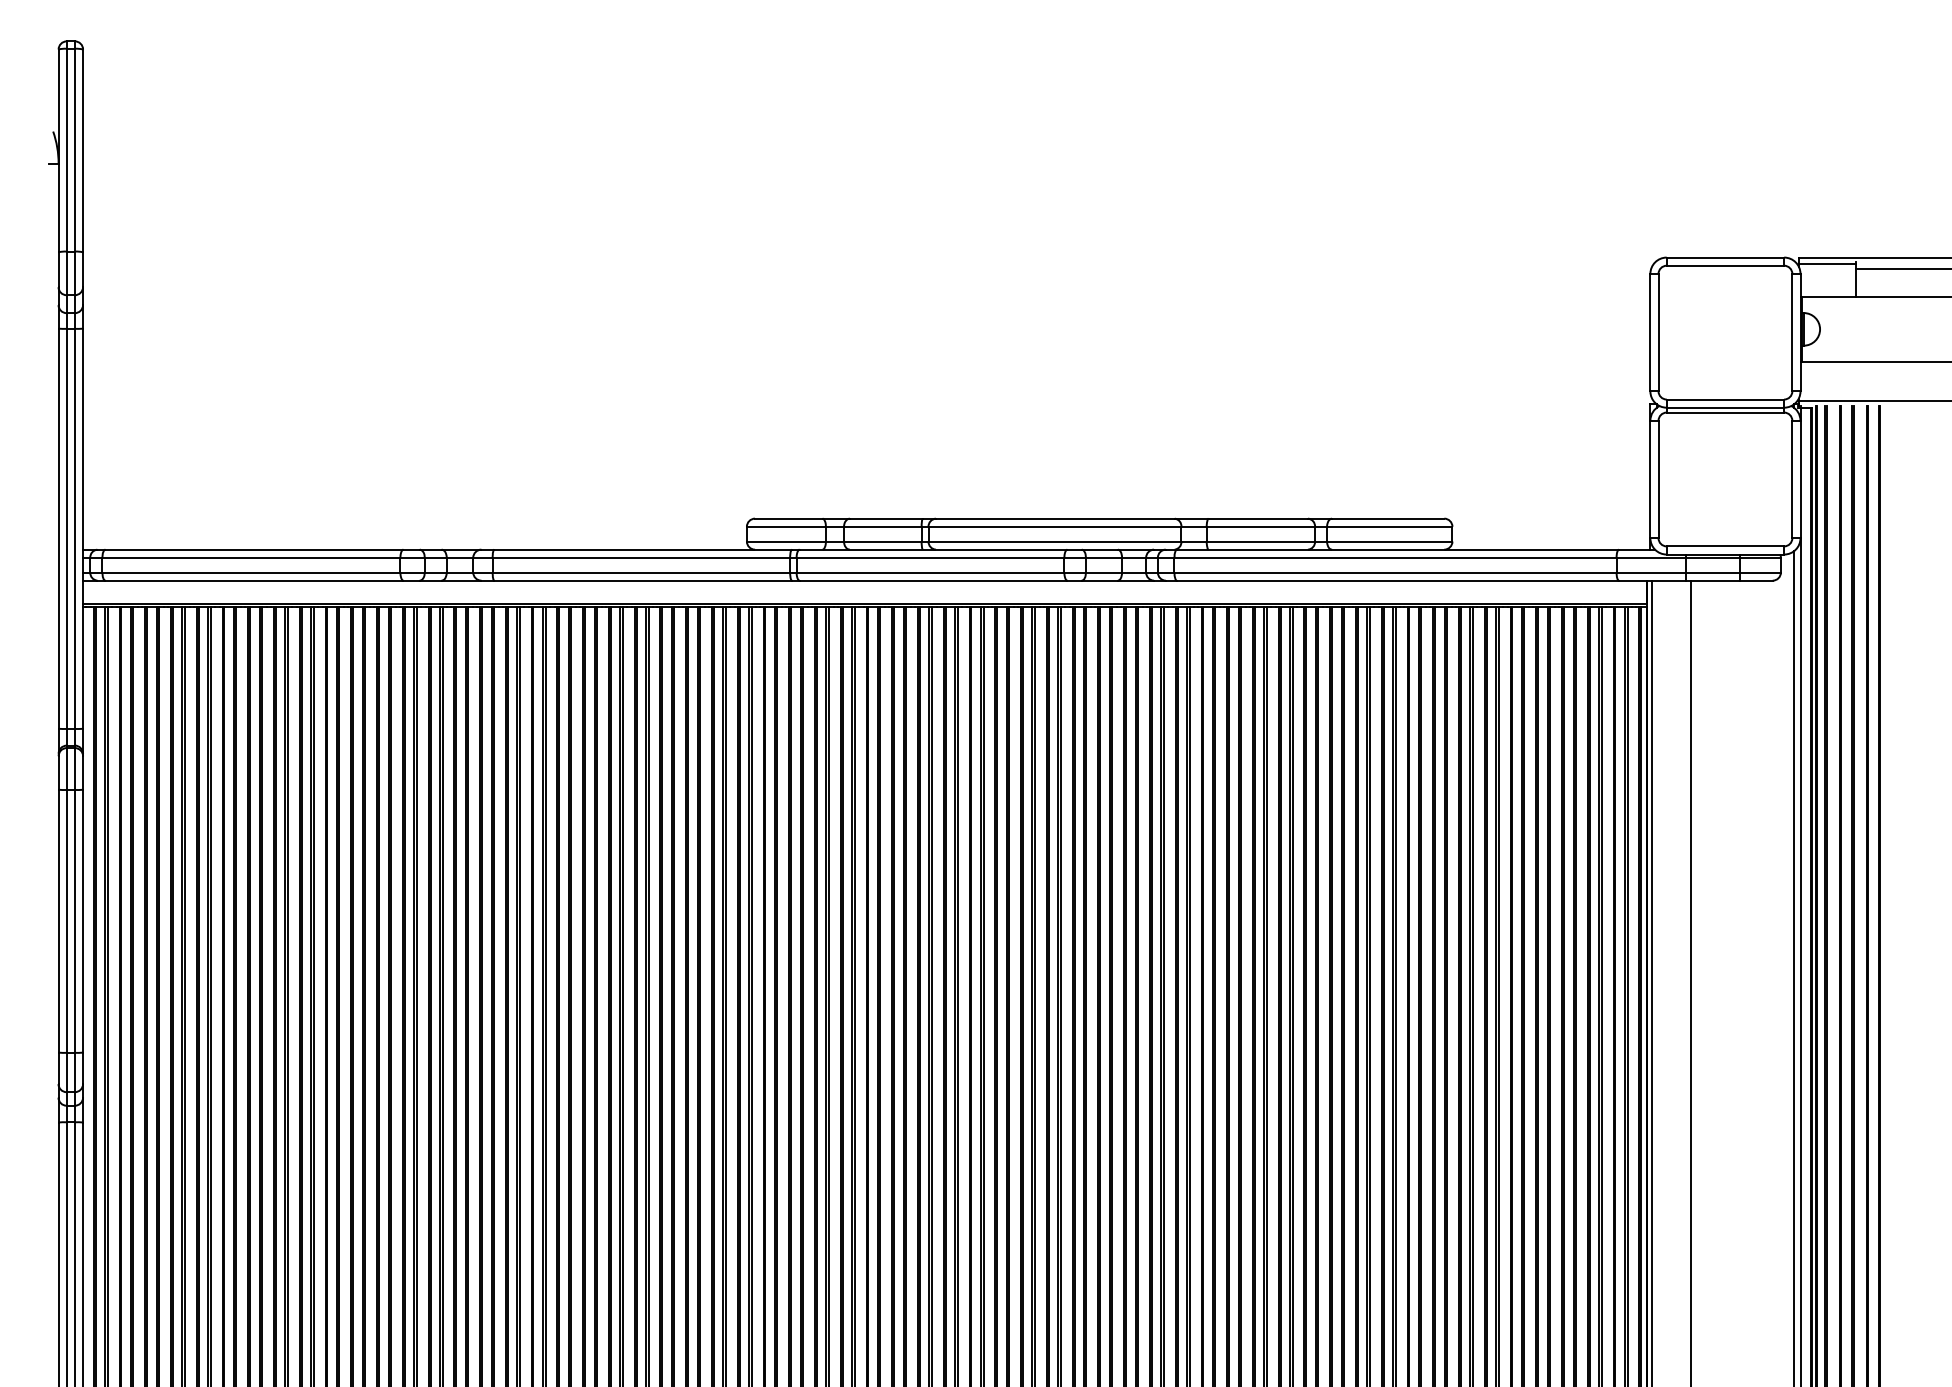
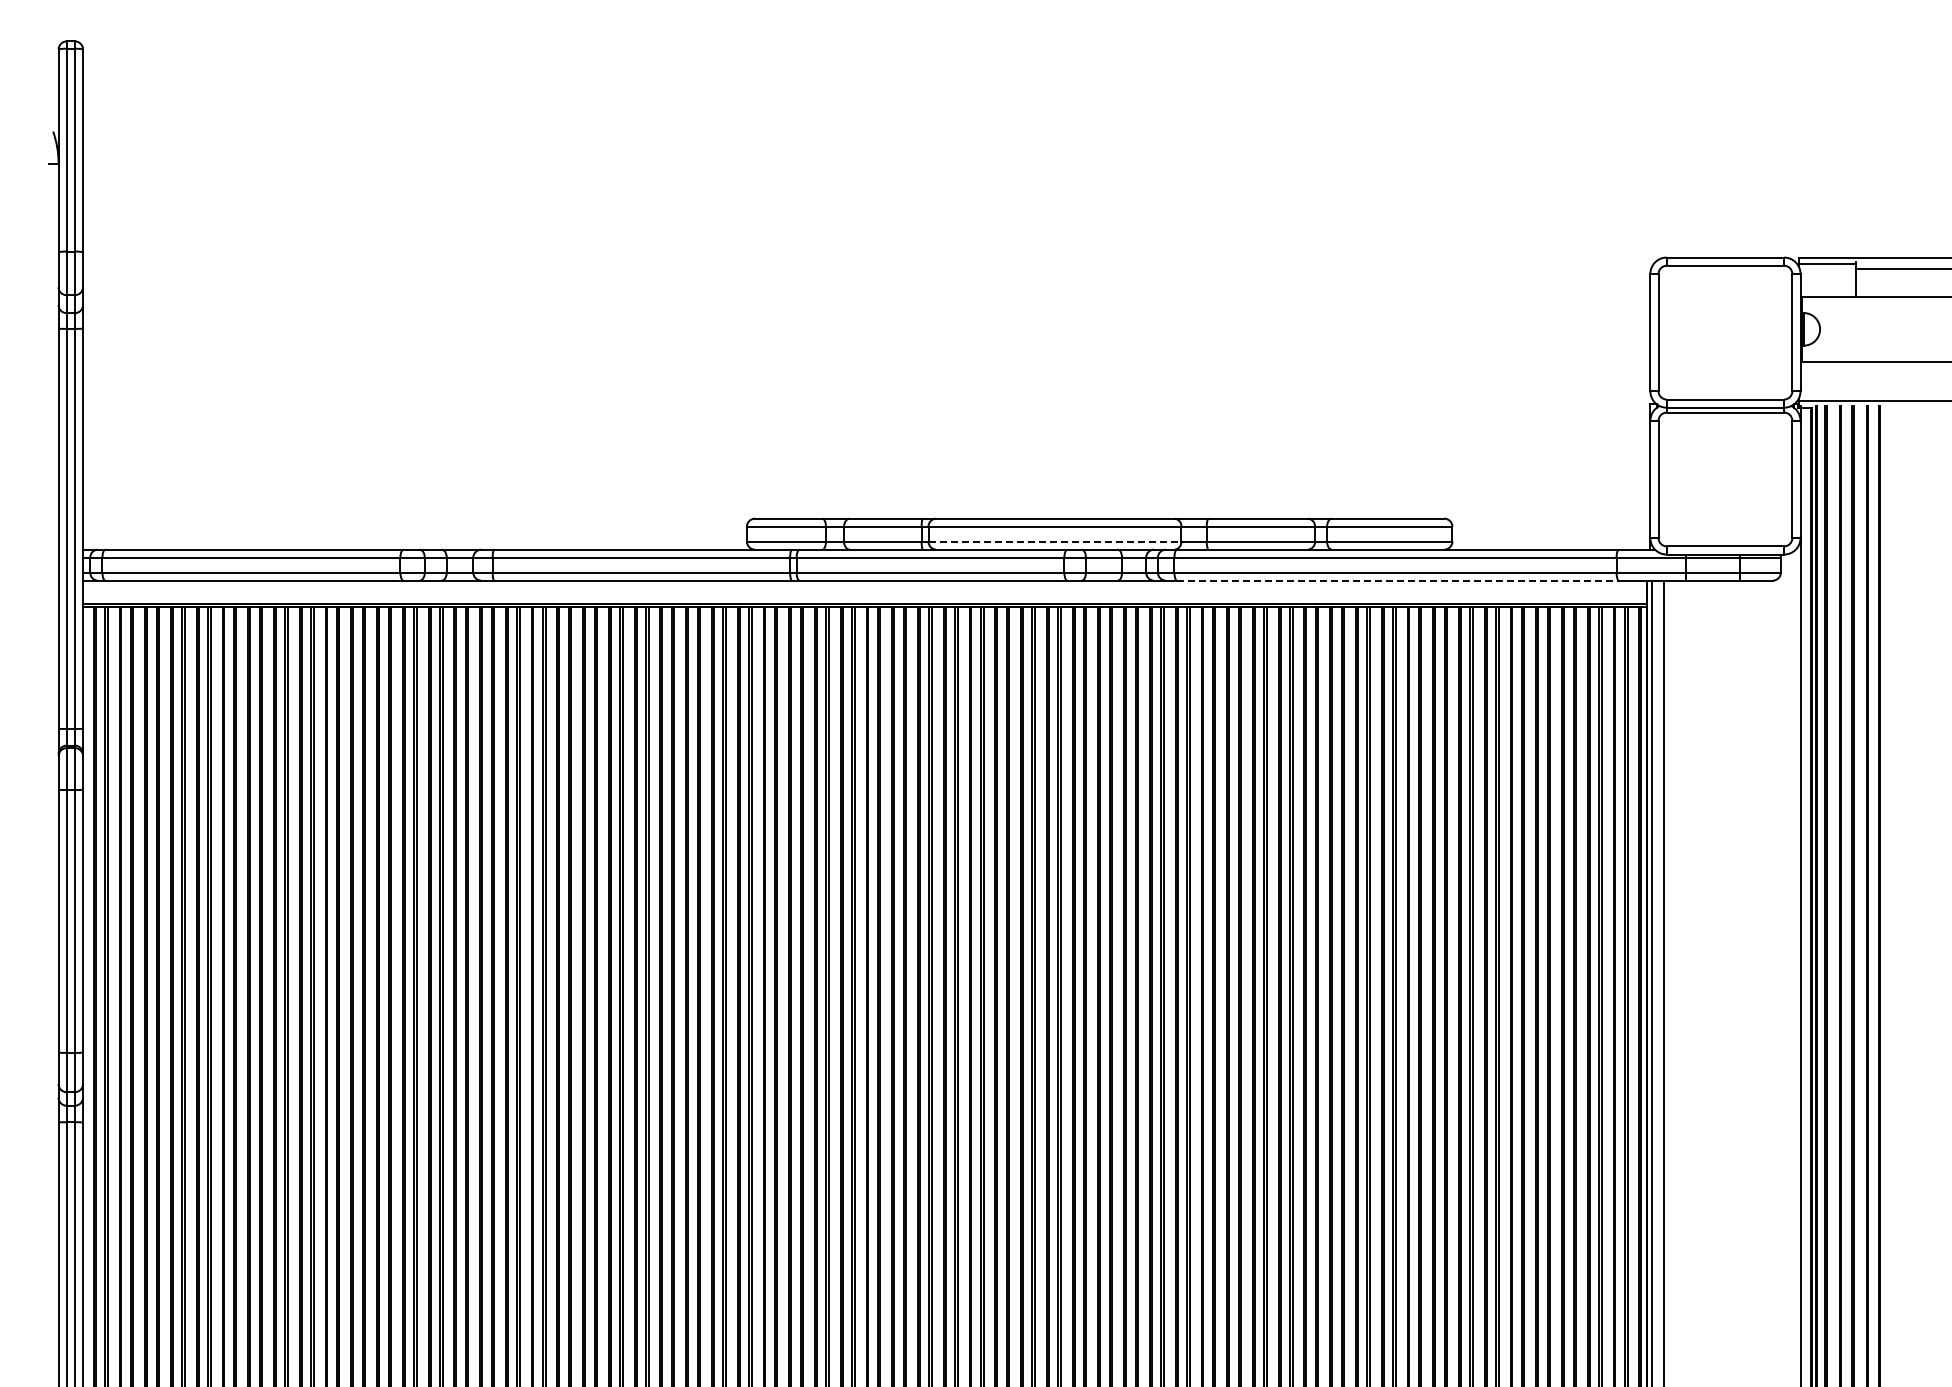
line at (1055, 541): solid -> dashed
line at (1398, 580): solid -> dashed
line at (1793, 967): present -> none
line at (1691, 981) position: (1691, 981) -> (1664, 981)
